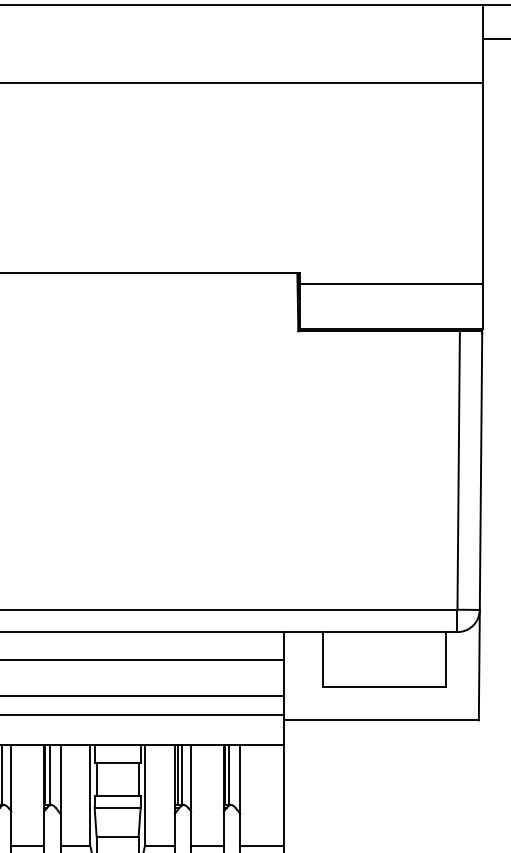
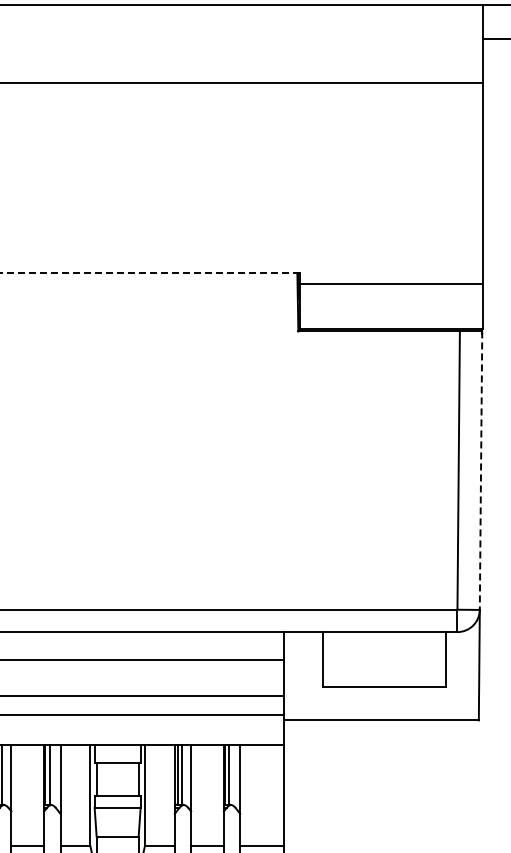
line at (150, 273): solid -> dashed
line at (481, 471): solid -> dashed
